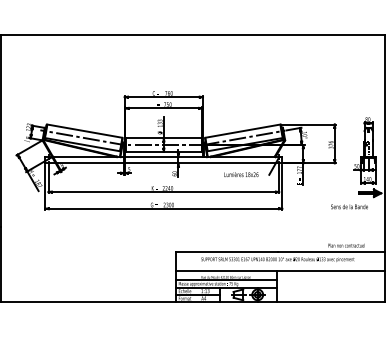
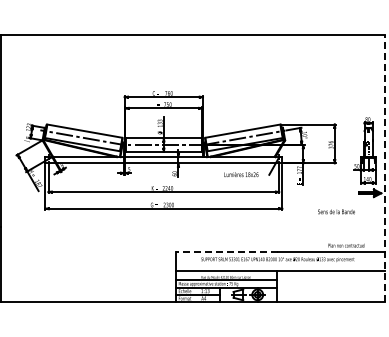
line at (384, 168): solid -> dashed
text at (349, 206) position: (349, 206) -> (336, 211)
line at (227, 251): solid -> dashed
